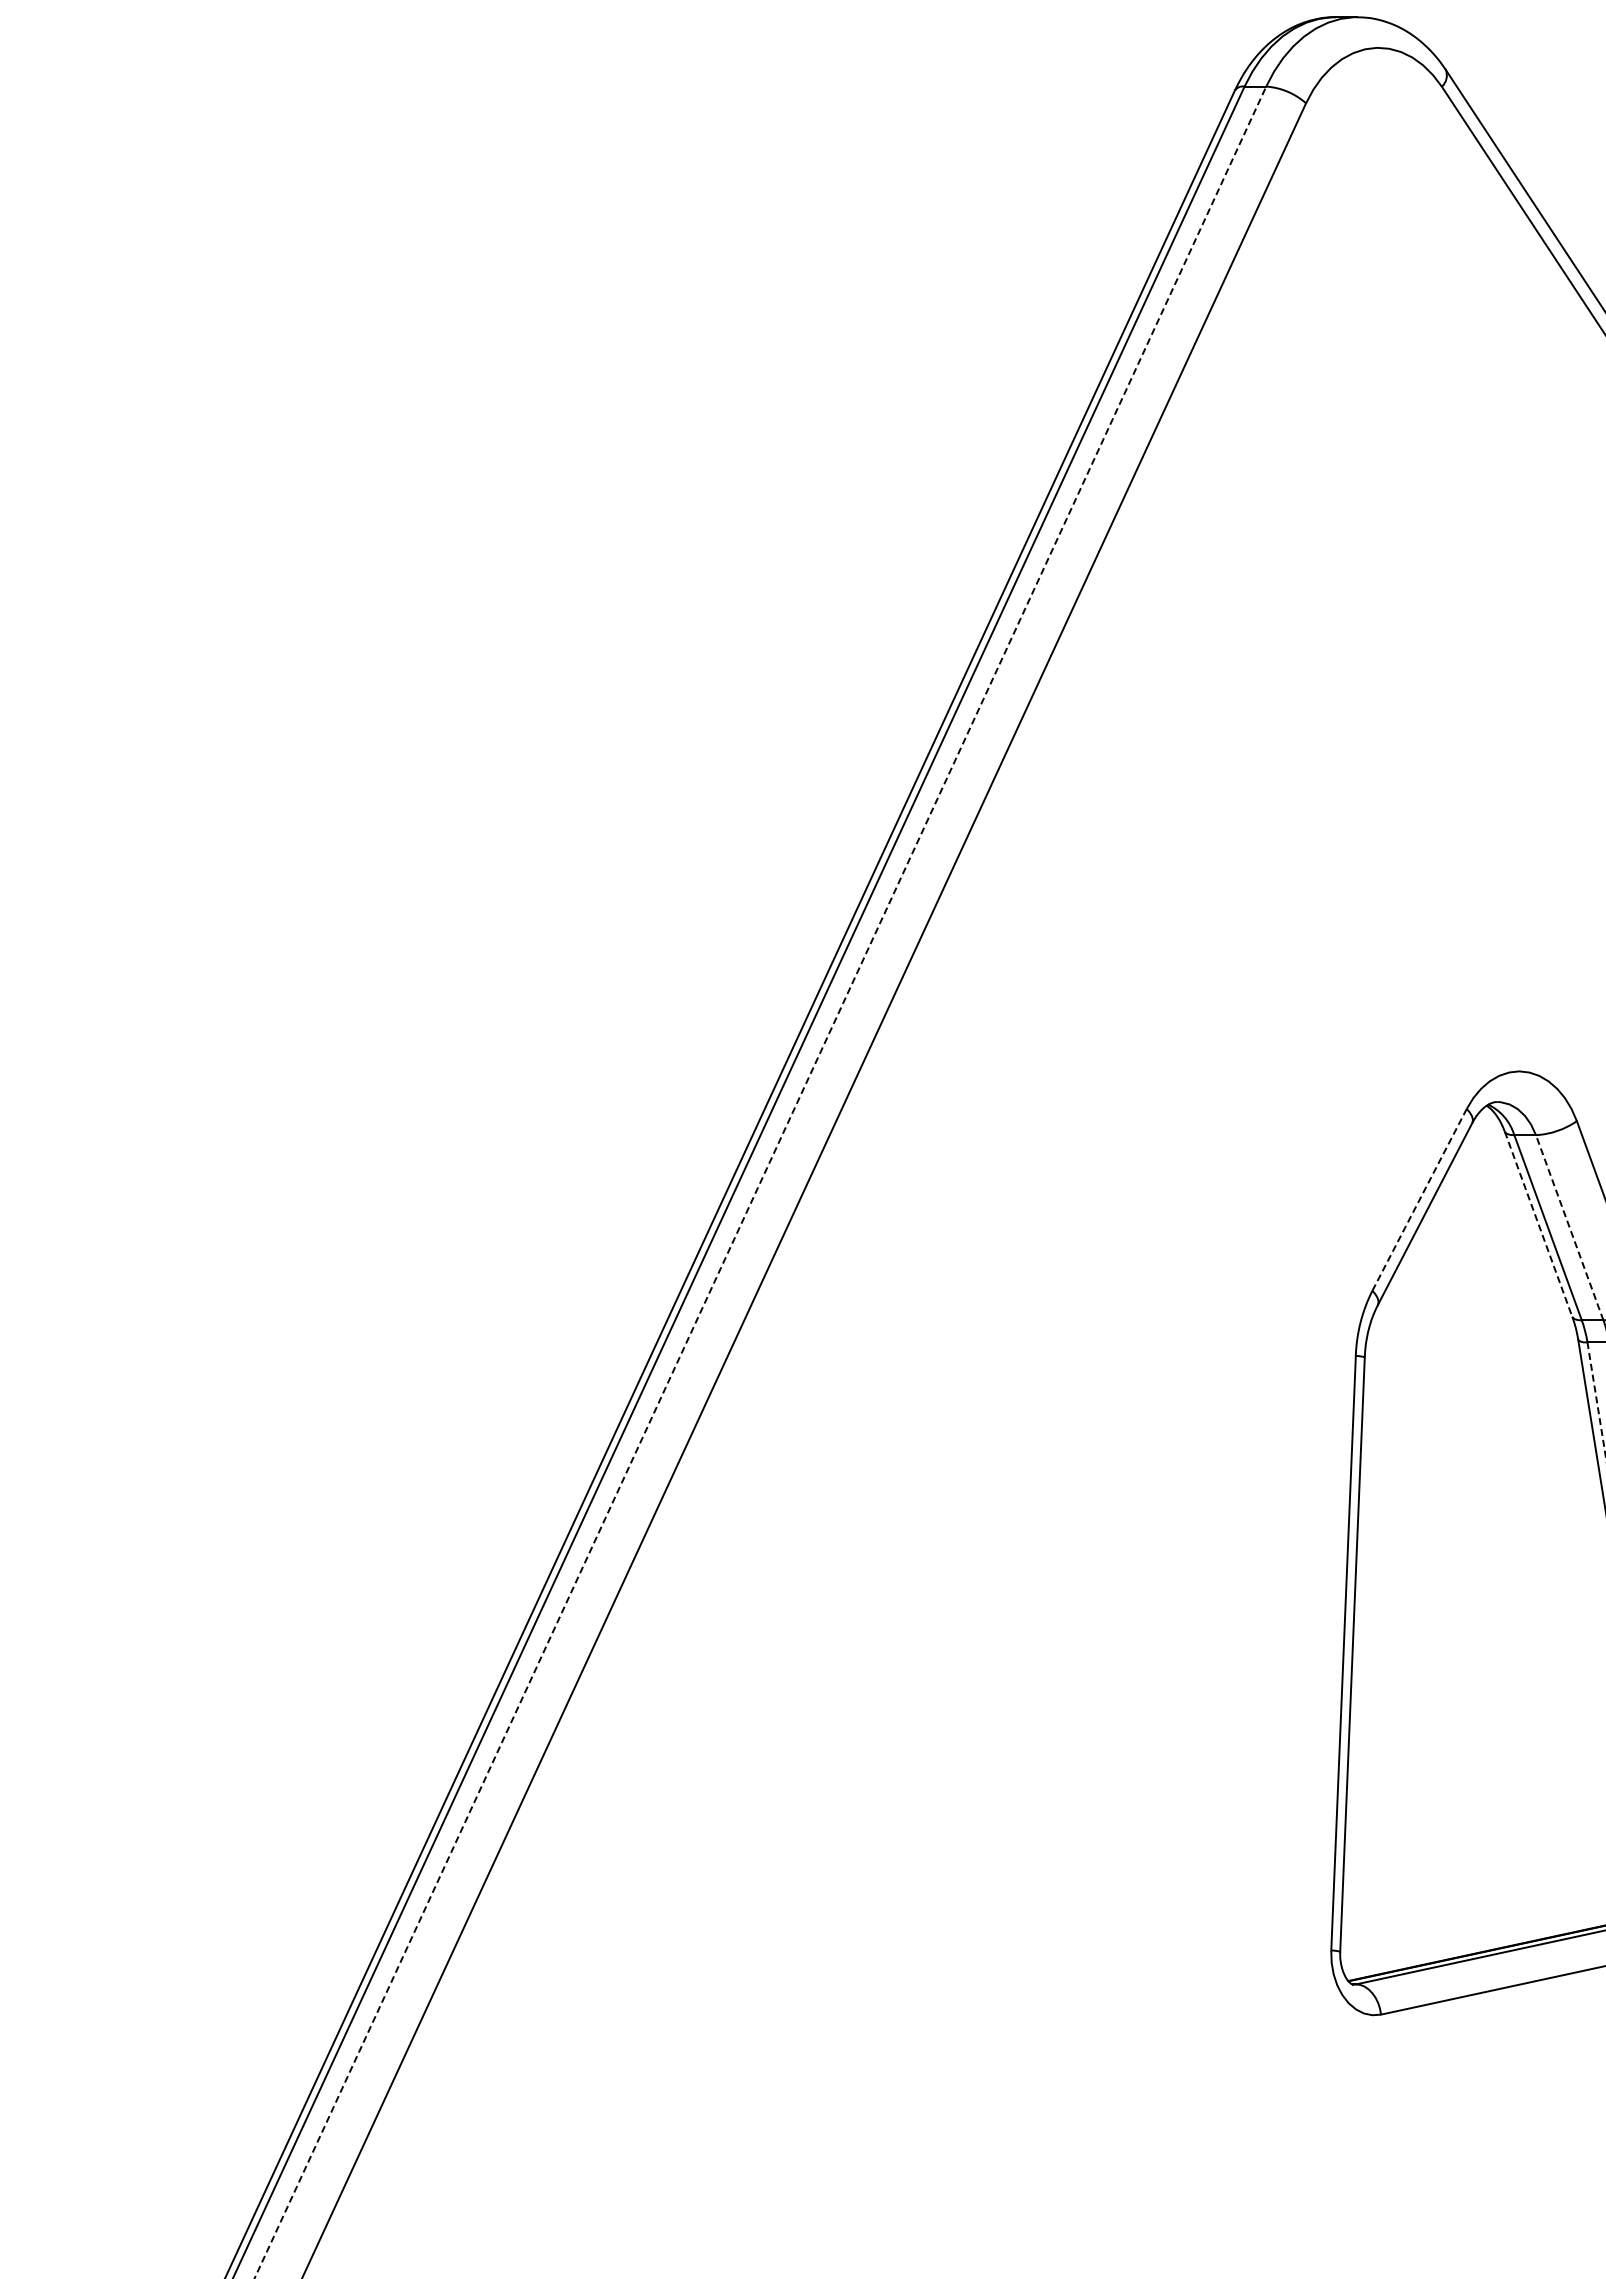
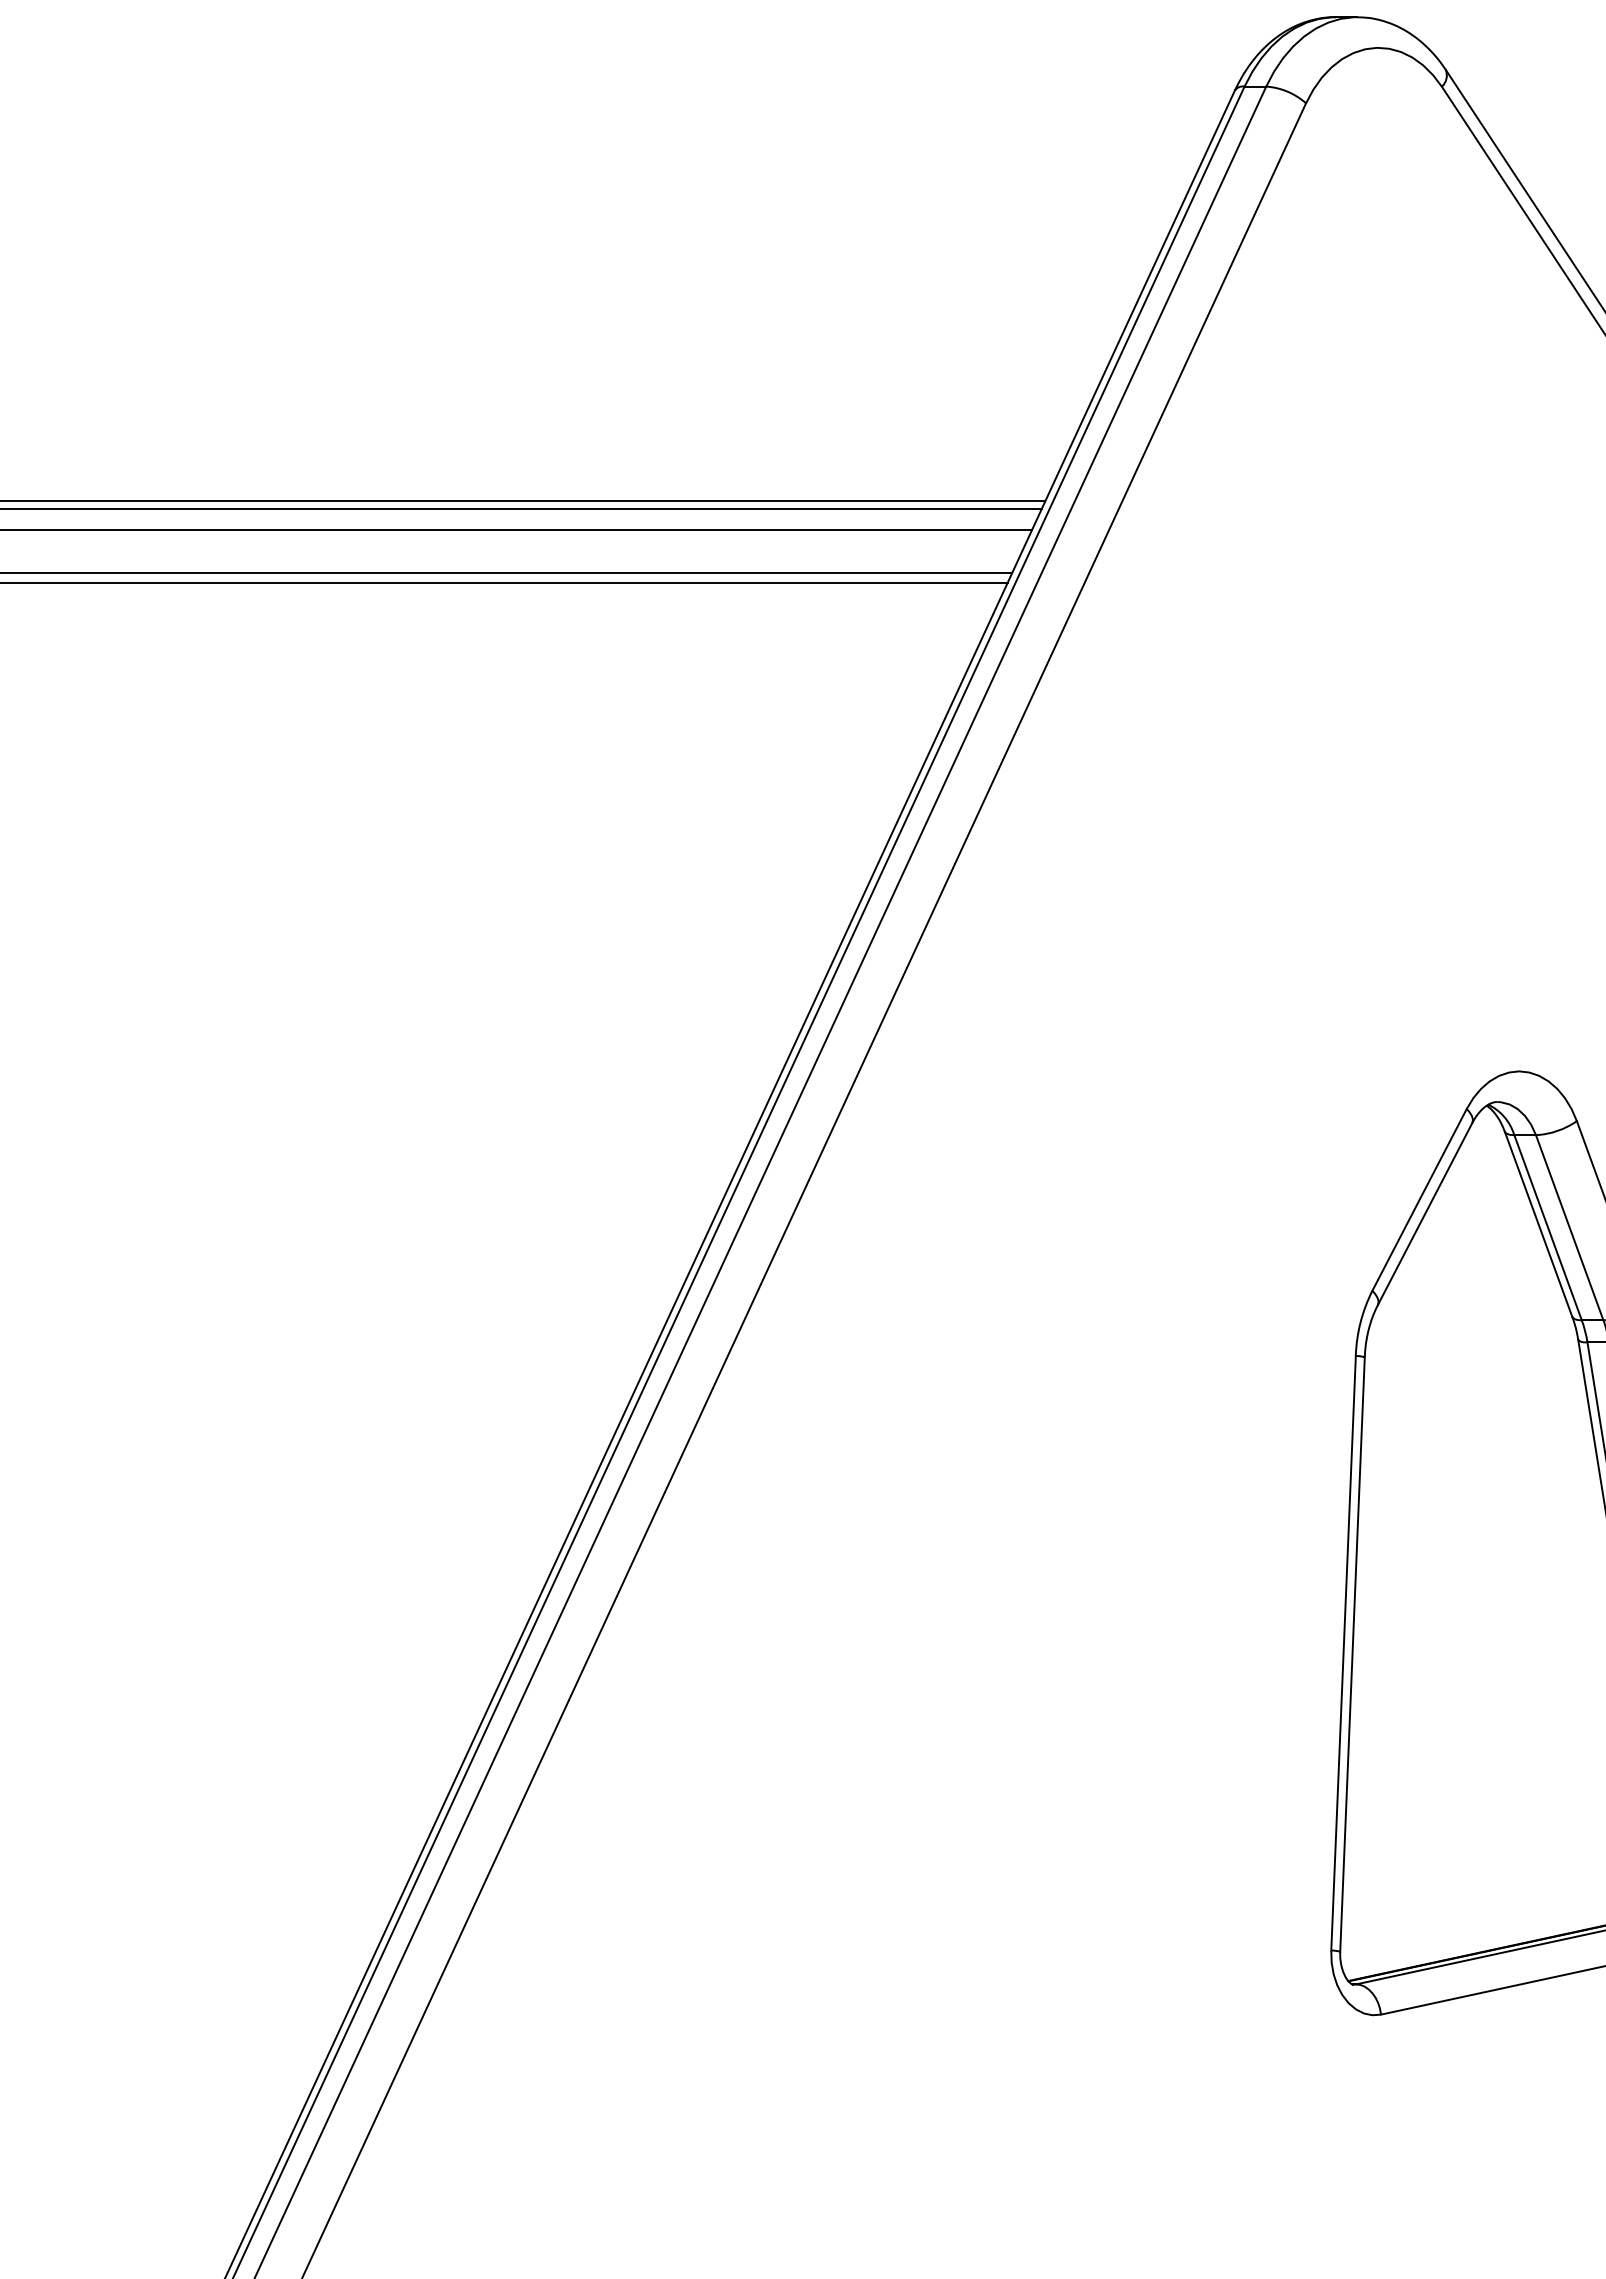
line at (523, 501): none -> present
line at (521, 509): none -> present
line at (516, 530): none -> present
line at (507, 573): none -> present
line at (504, 583): none -> present
line at (760, 1182): dashed -> solid
line at (1419, 1199): dashed -> solid
line at (1538, 1224): dashed -> solid
line at (1569, 1227): dashed -> solid
line at (1596, 1400): dashed -> solid
